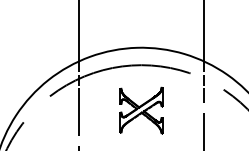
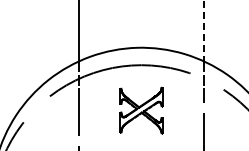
line at (203, 31): solid -> dashed
